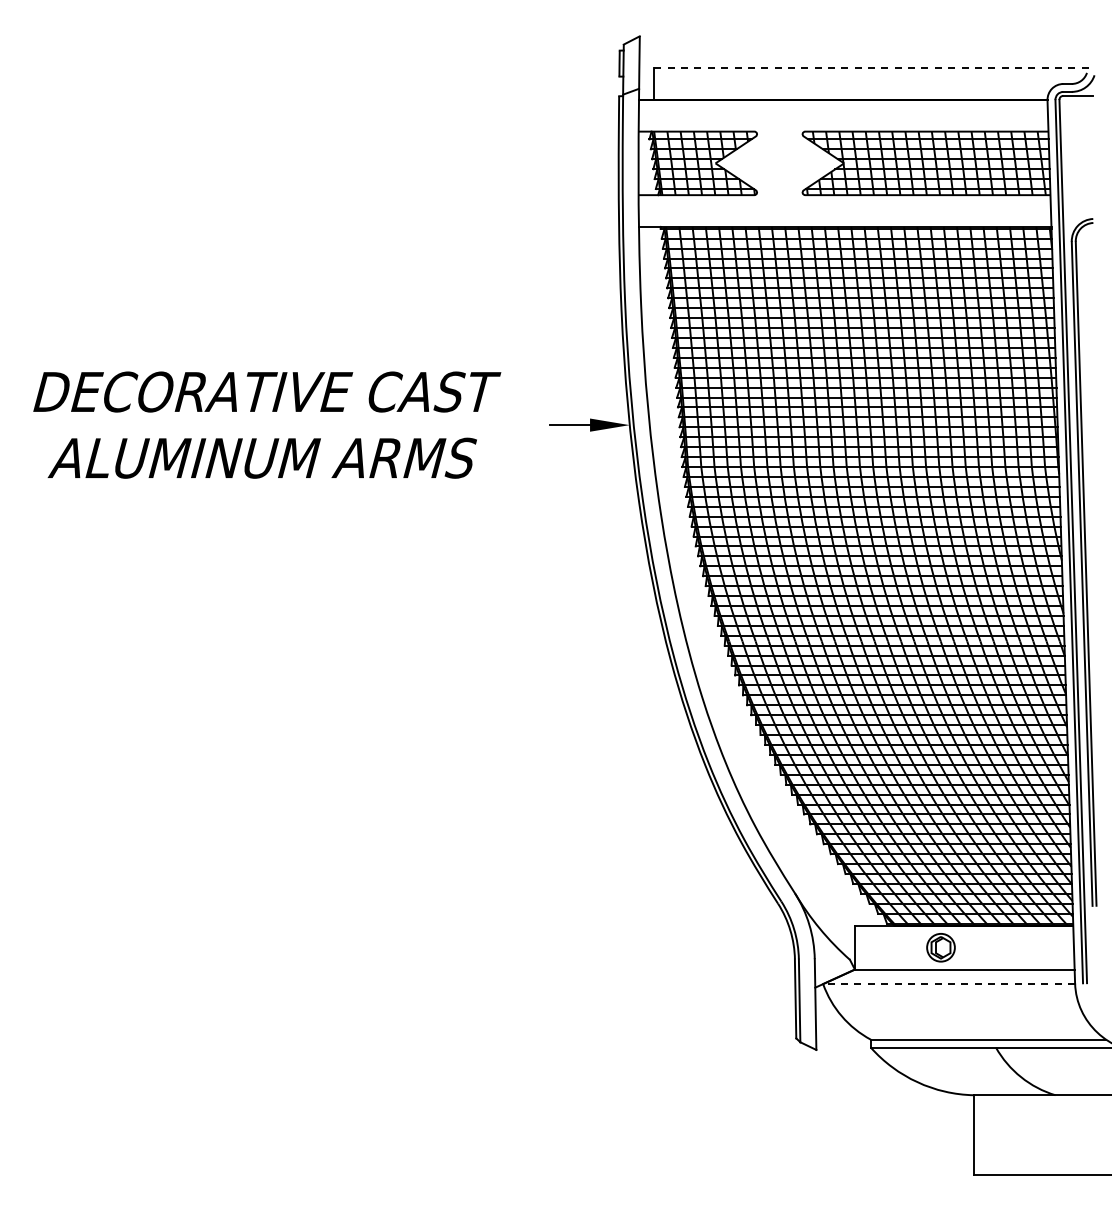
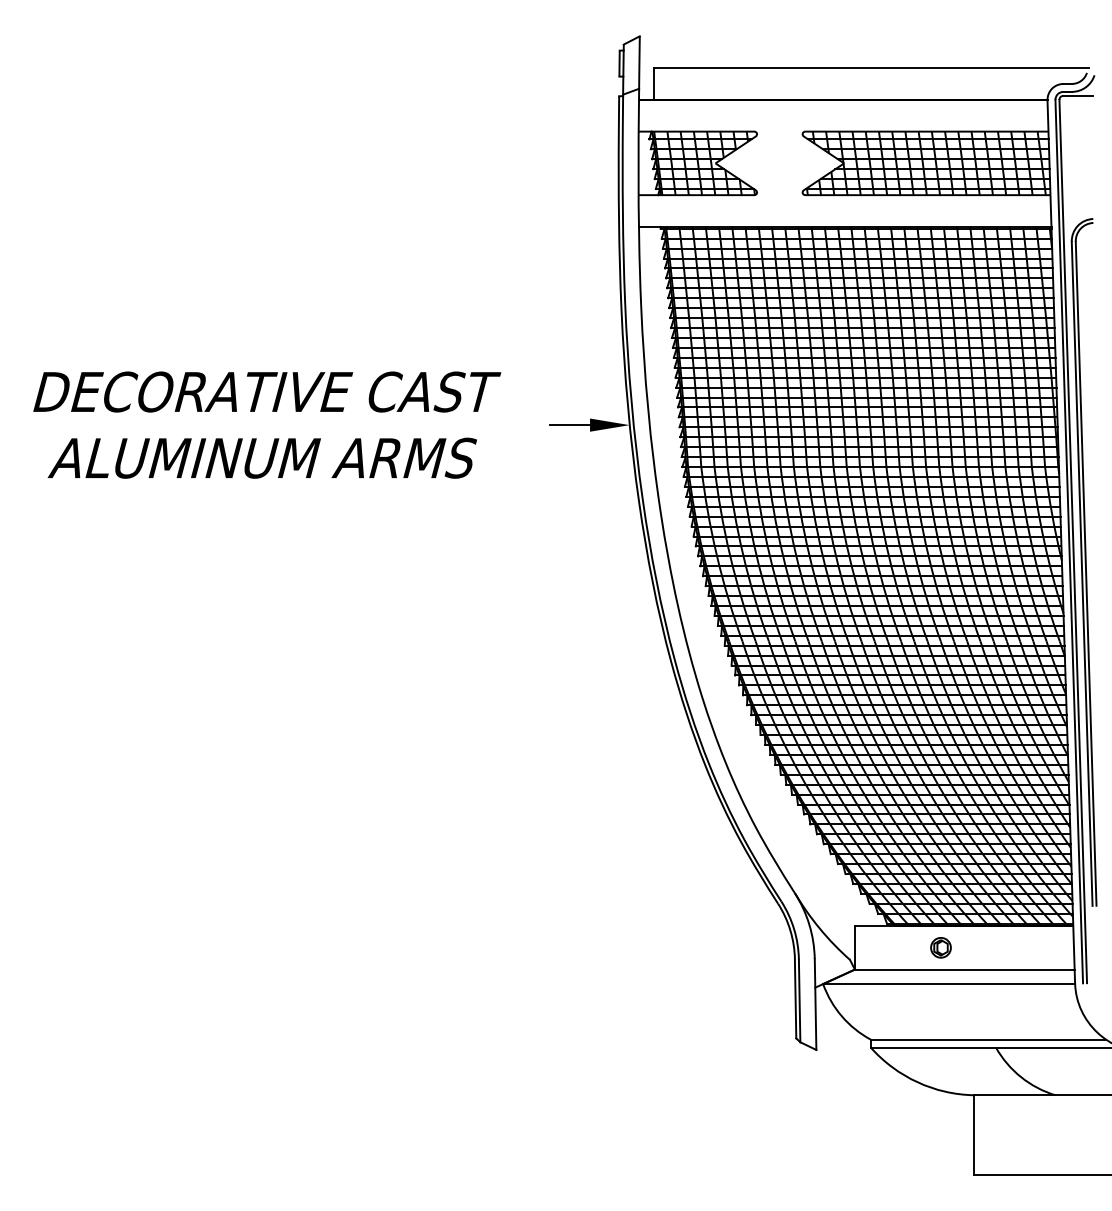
line at (872, 68): dashed -> solid
part at (940, 947) size: 30x30 px -> 22x22 px
line at (949, 984): dashed -> solid
